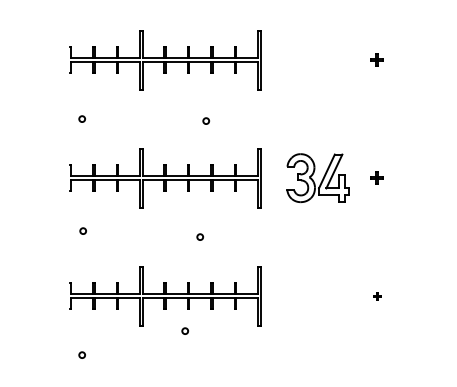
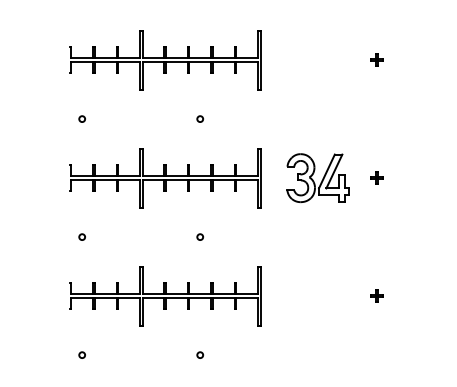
circle at (205, 120) position: (205, 120) -> (199, 118)
circle at (82, 230) position: (82, 230) -> (81, 236)
part at (377, 296) size: 9x9 px -> 14x14 px
circle at (185, 330) position: (185, 330) -> (200, 354)
